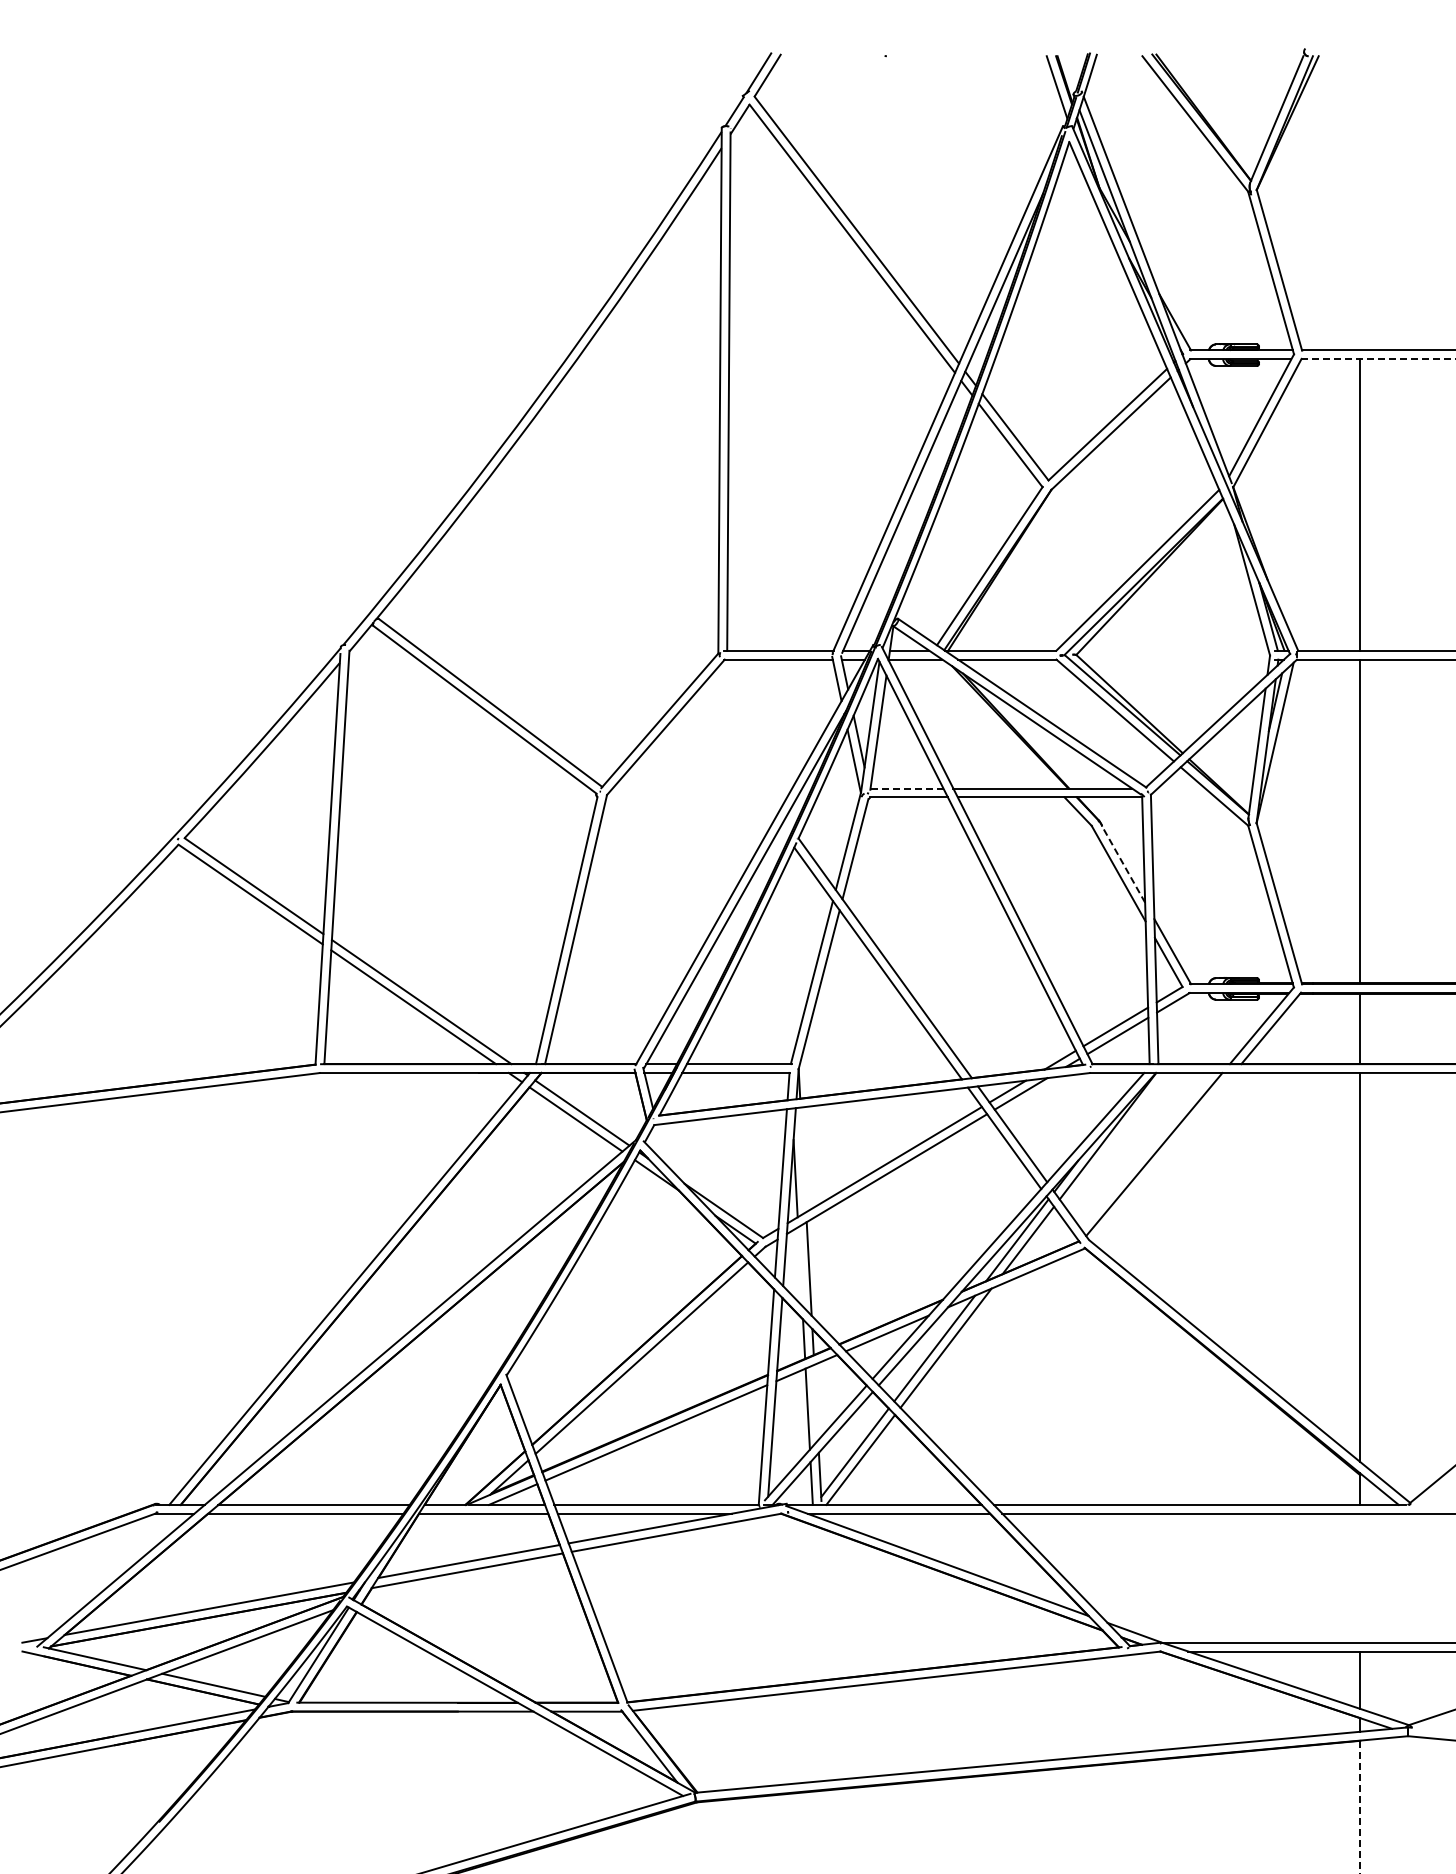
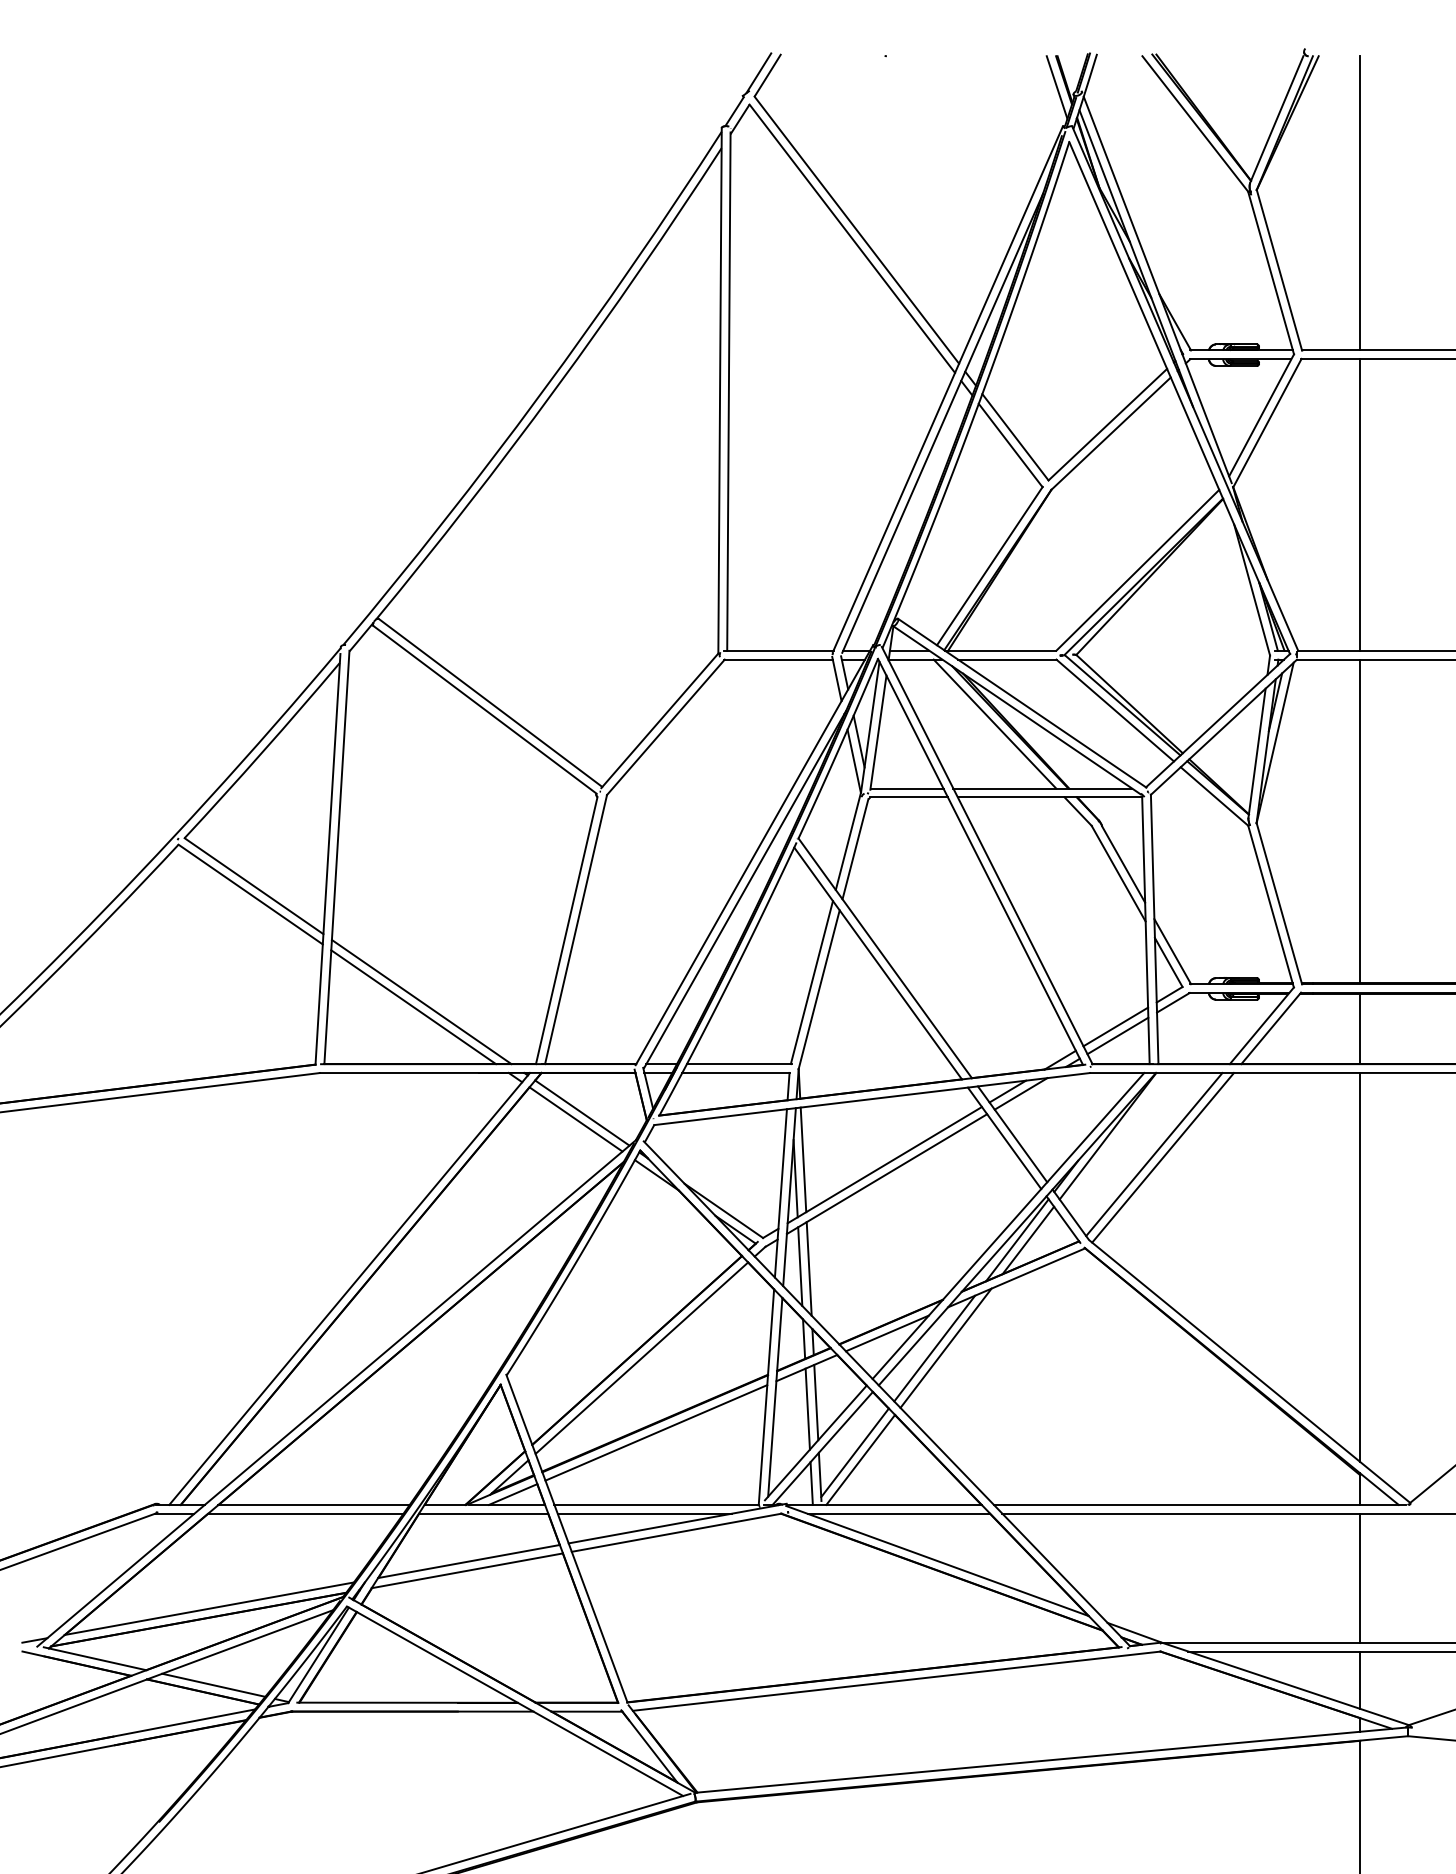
line at (1360, 203): none -> present
line at (1379, 359): dashed -> solid
line at (994, 723): none -> present
line at (906, 788): dashed -> solid
line at (1123, 864): dashed -> solid
line at (1162, 1157): none -> present
line at (803, 1159): none -> present
line at (800, 1266): none -> present
line at (816, 1402): none -> present
line at (1360, 1577): none -> present
line at (1360, 1807): dashed -> solid
